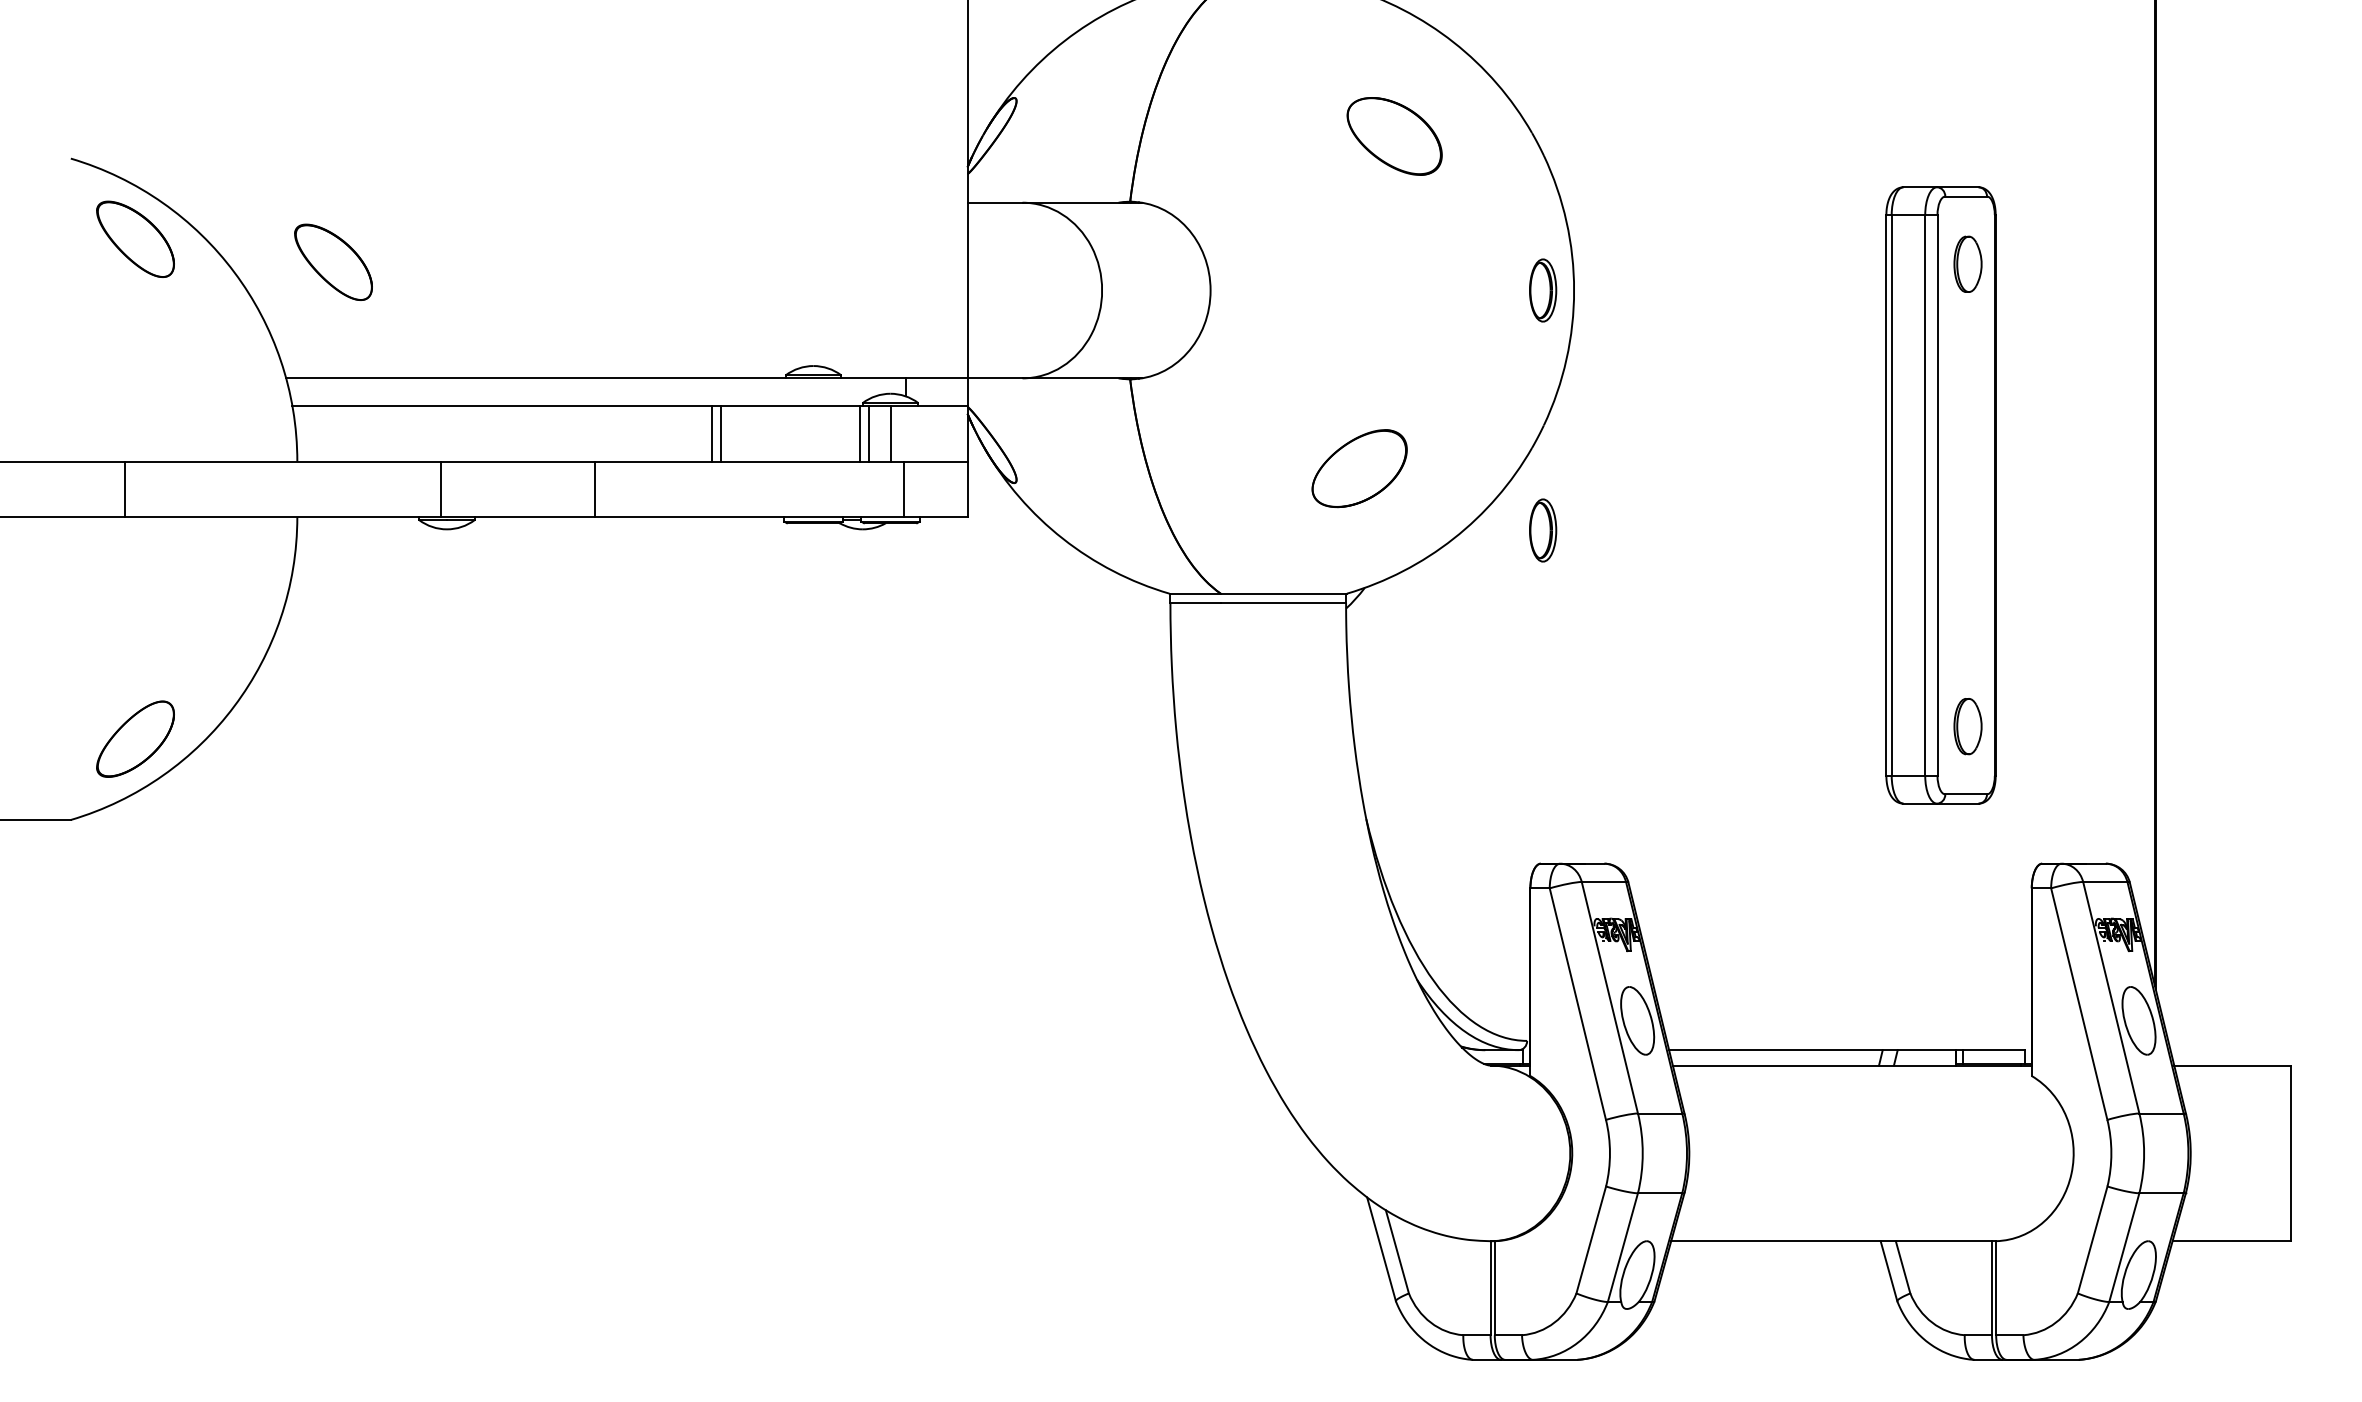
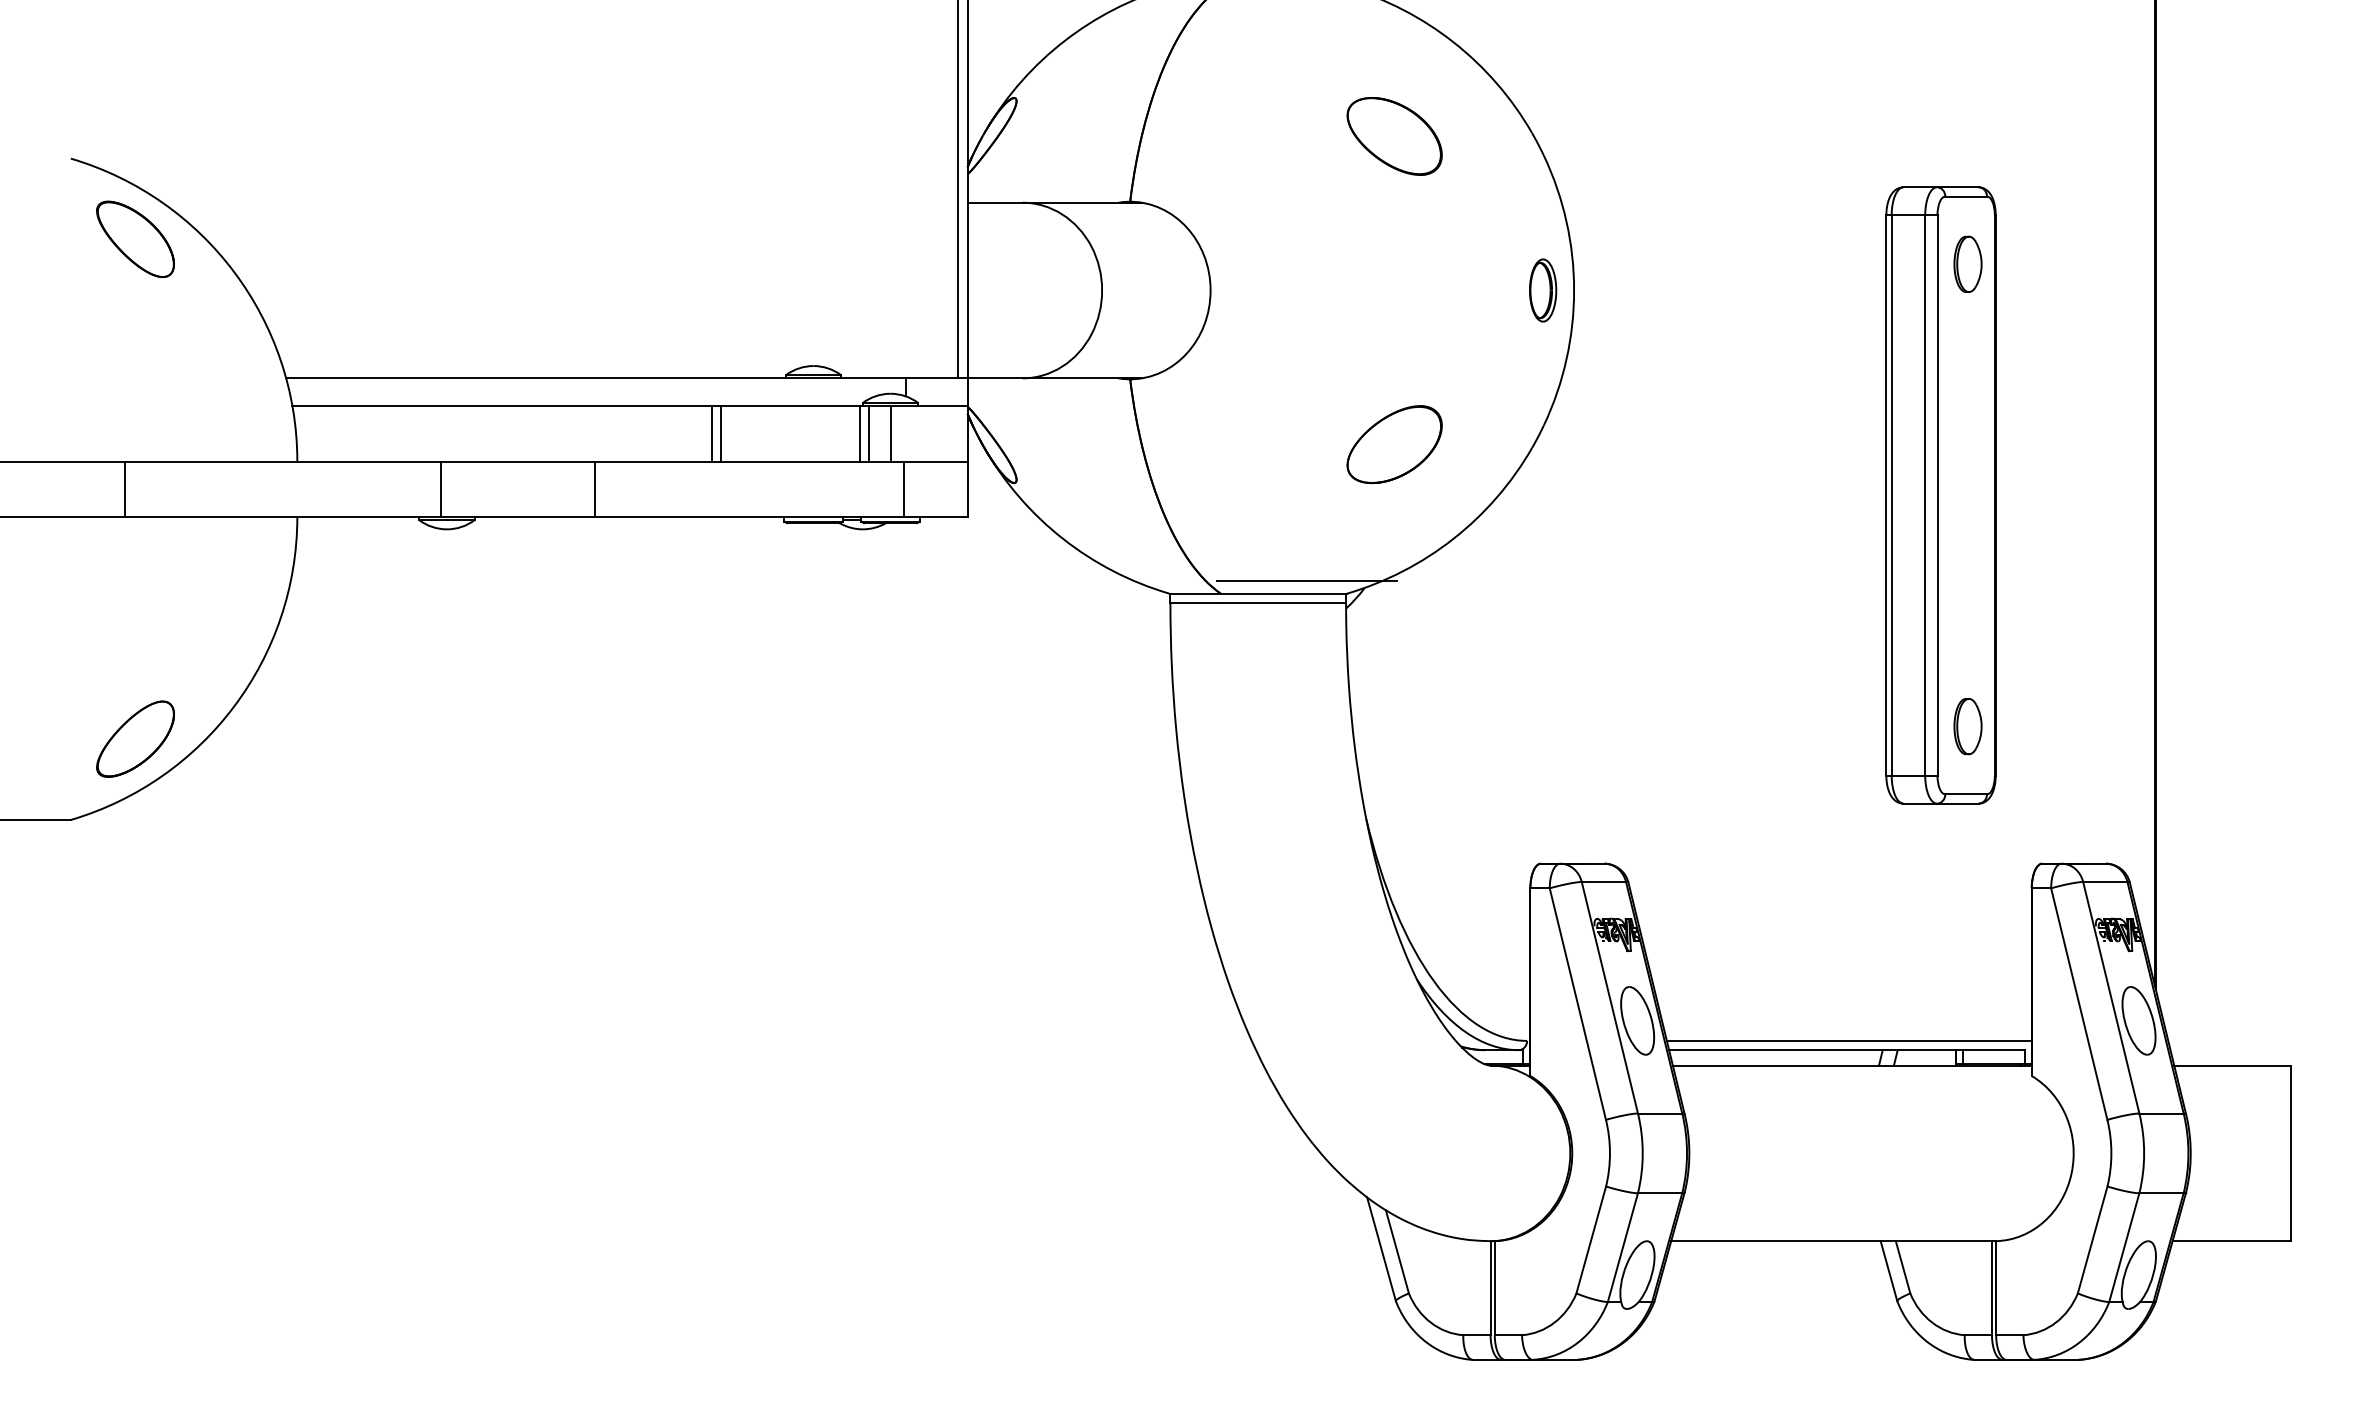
line at (958, 190): none -> present
part at (333, 261): present -> none
part at (1359, 468) position: (1359, 468) -> (1394, 444)
part at (1543, 530): present -> none
line at (1306, 581): none -> present
line at (1848, 1040): none -> present
